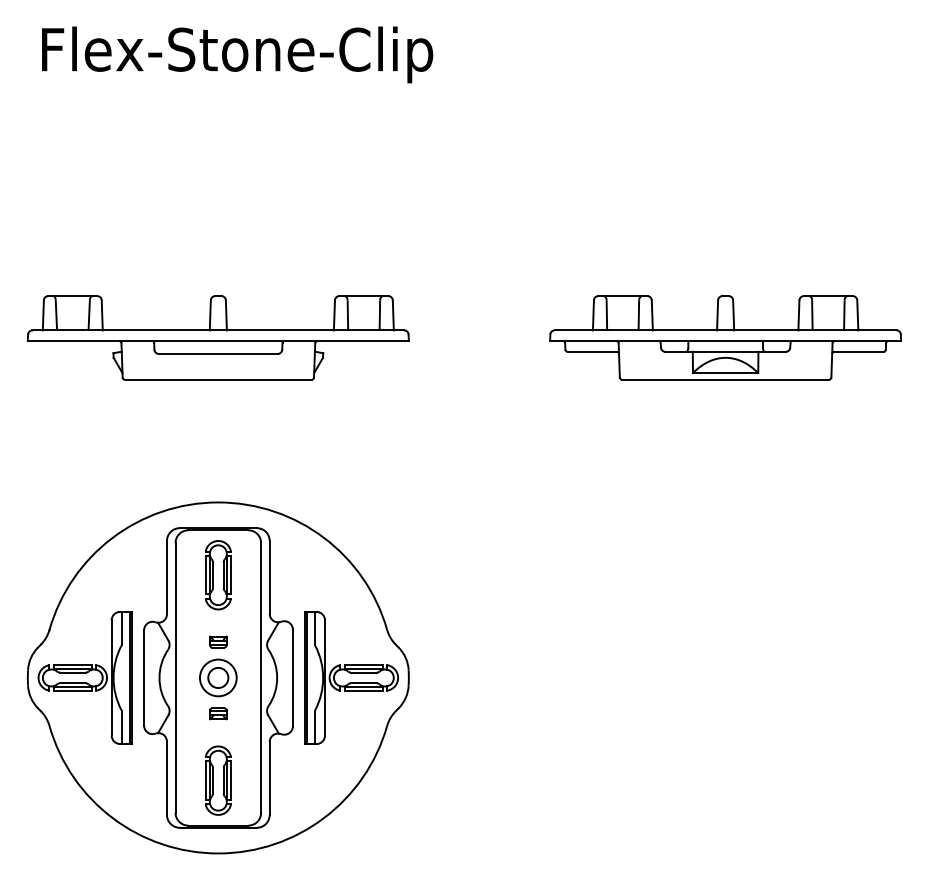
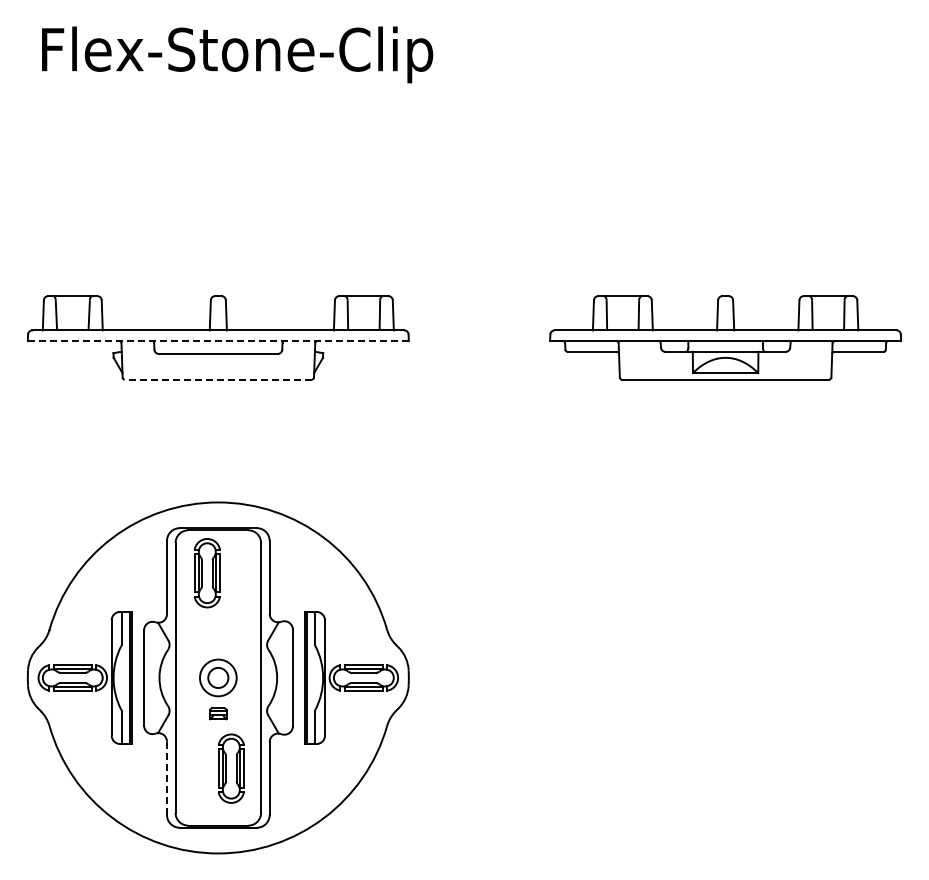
line at (218, 341): solid -> dashed
line at (218, 379): solid -> dashed
part at (217, 575) position: (217, 575) -> (206, 573)
part at (218, 641): present -> none
line at (166, 778): solid -> dashed
part at (217, 780) position: (217, 780) -> (230, 768)
